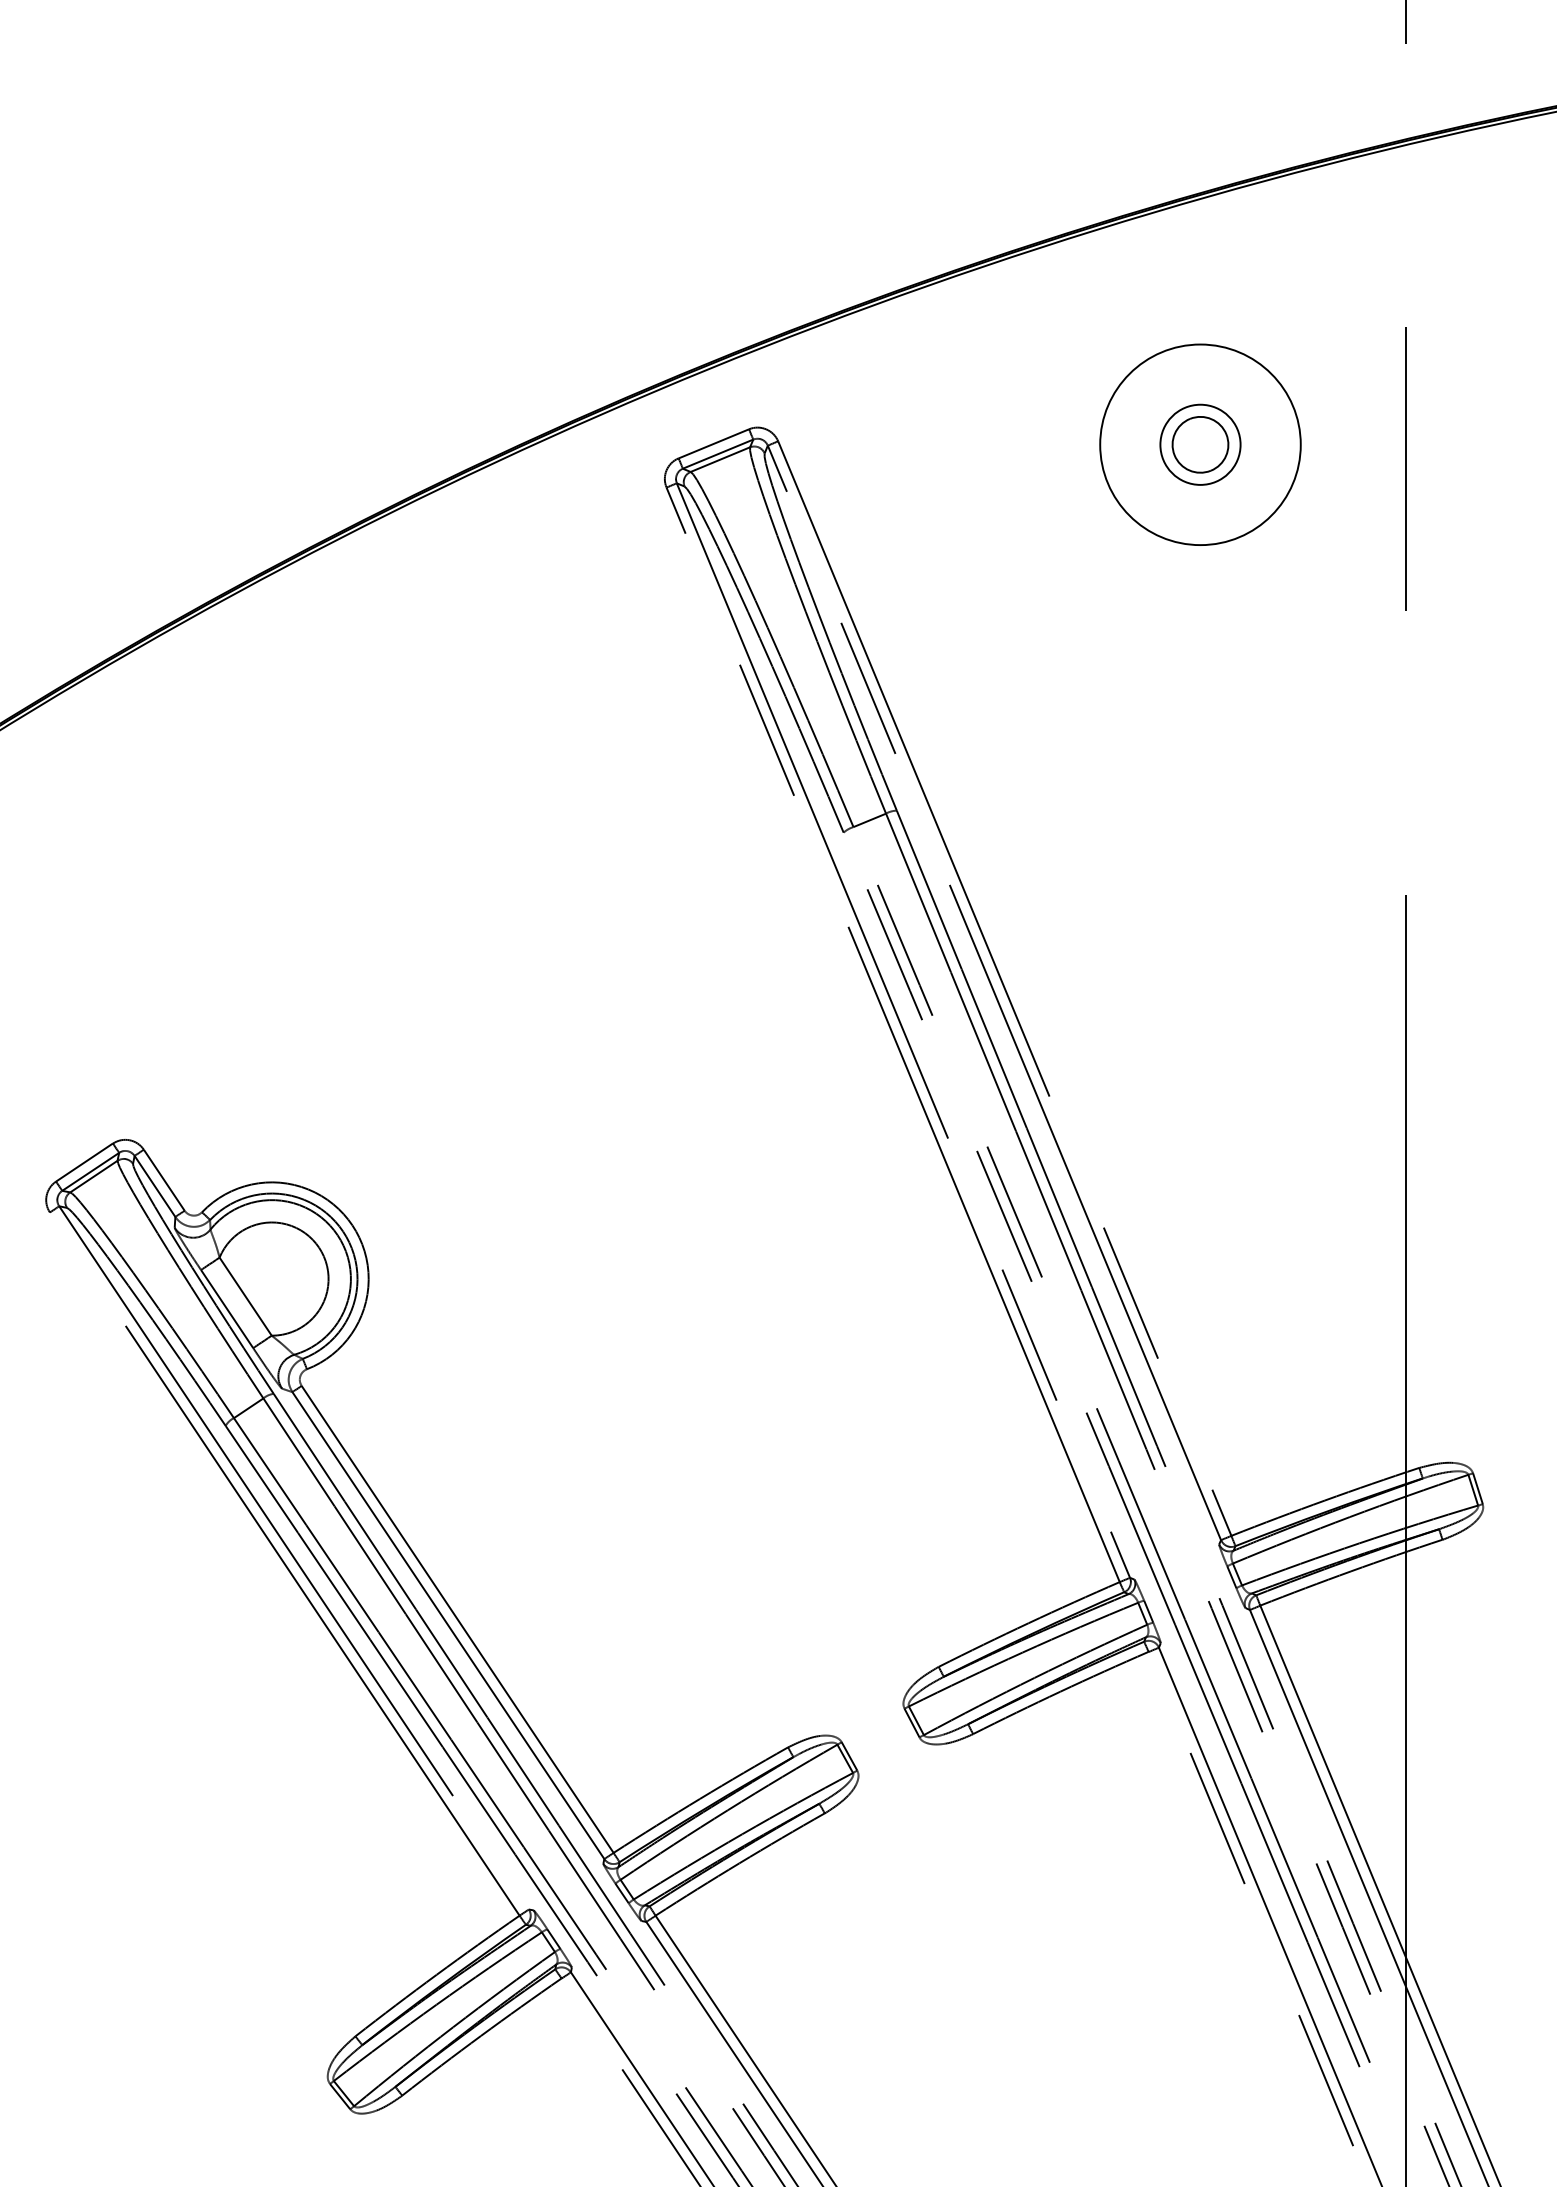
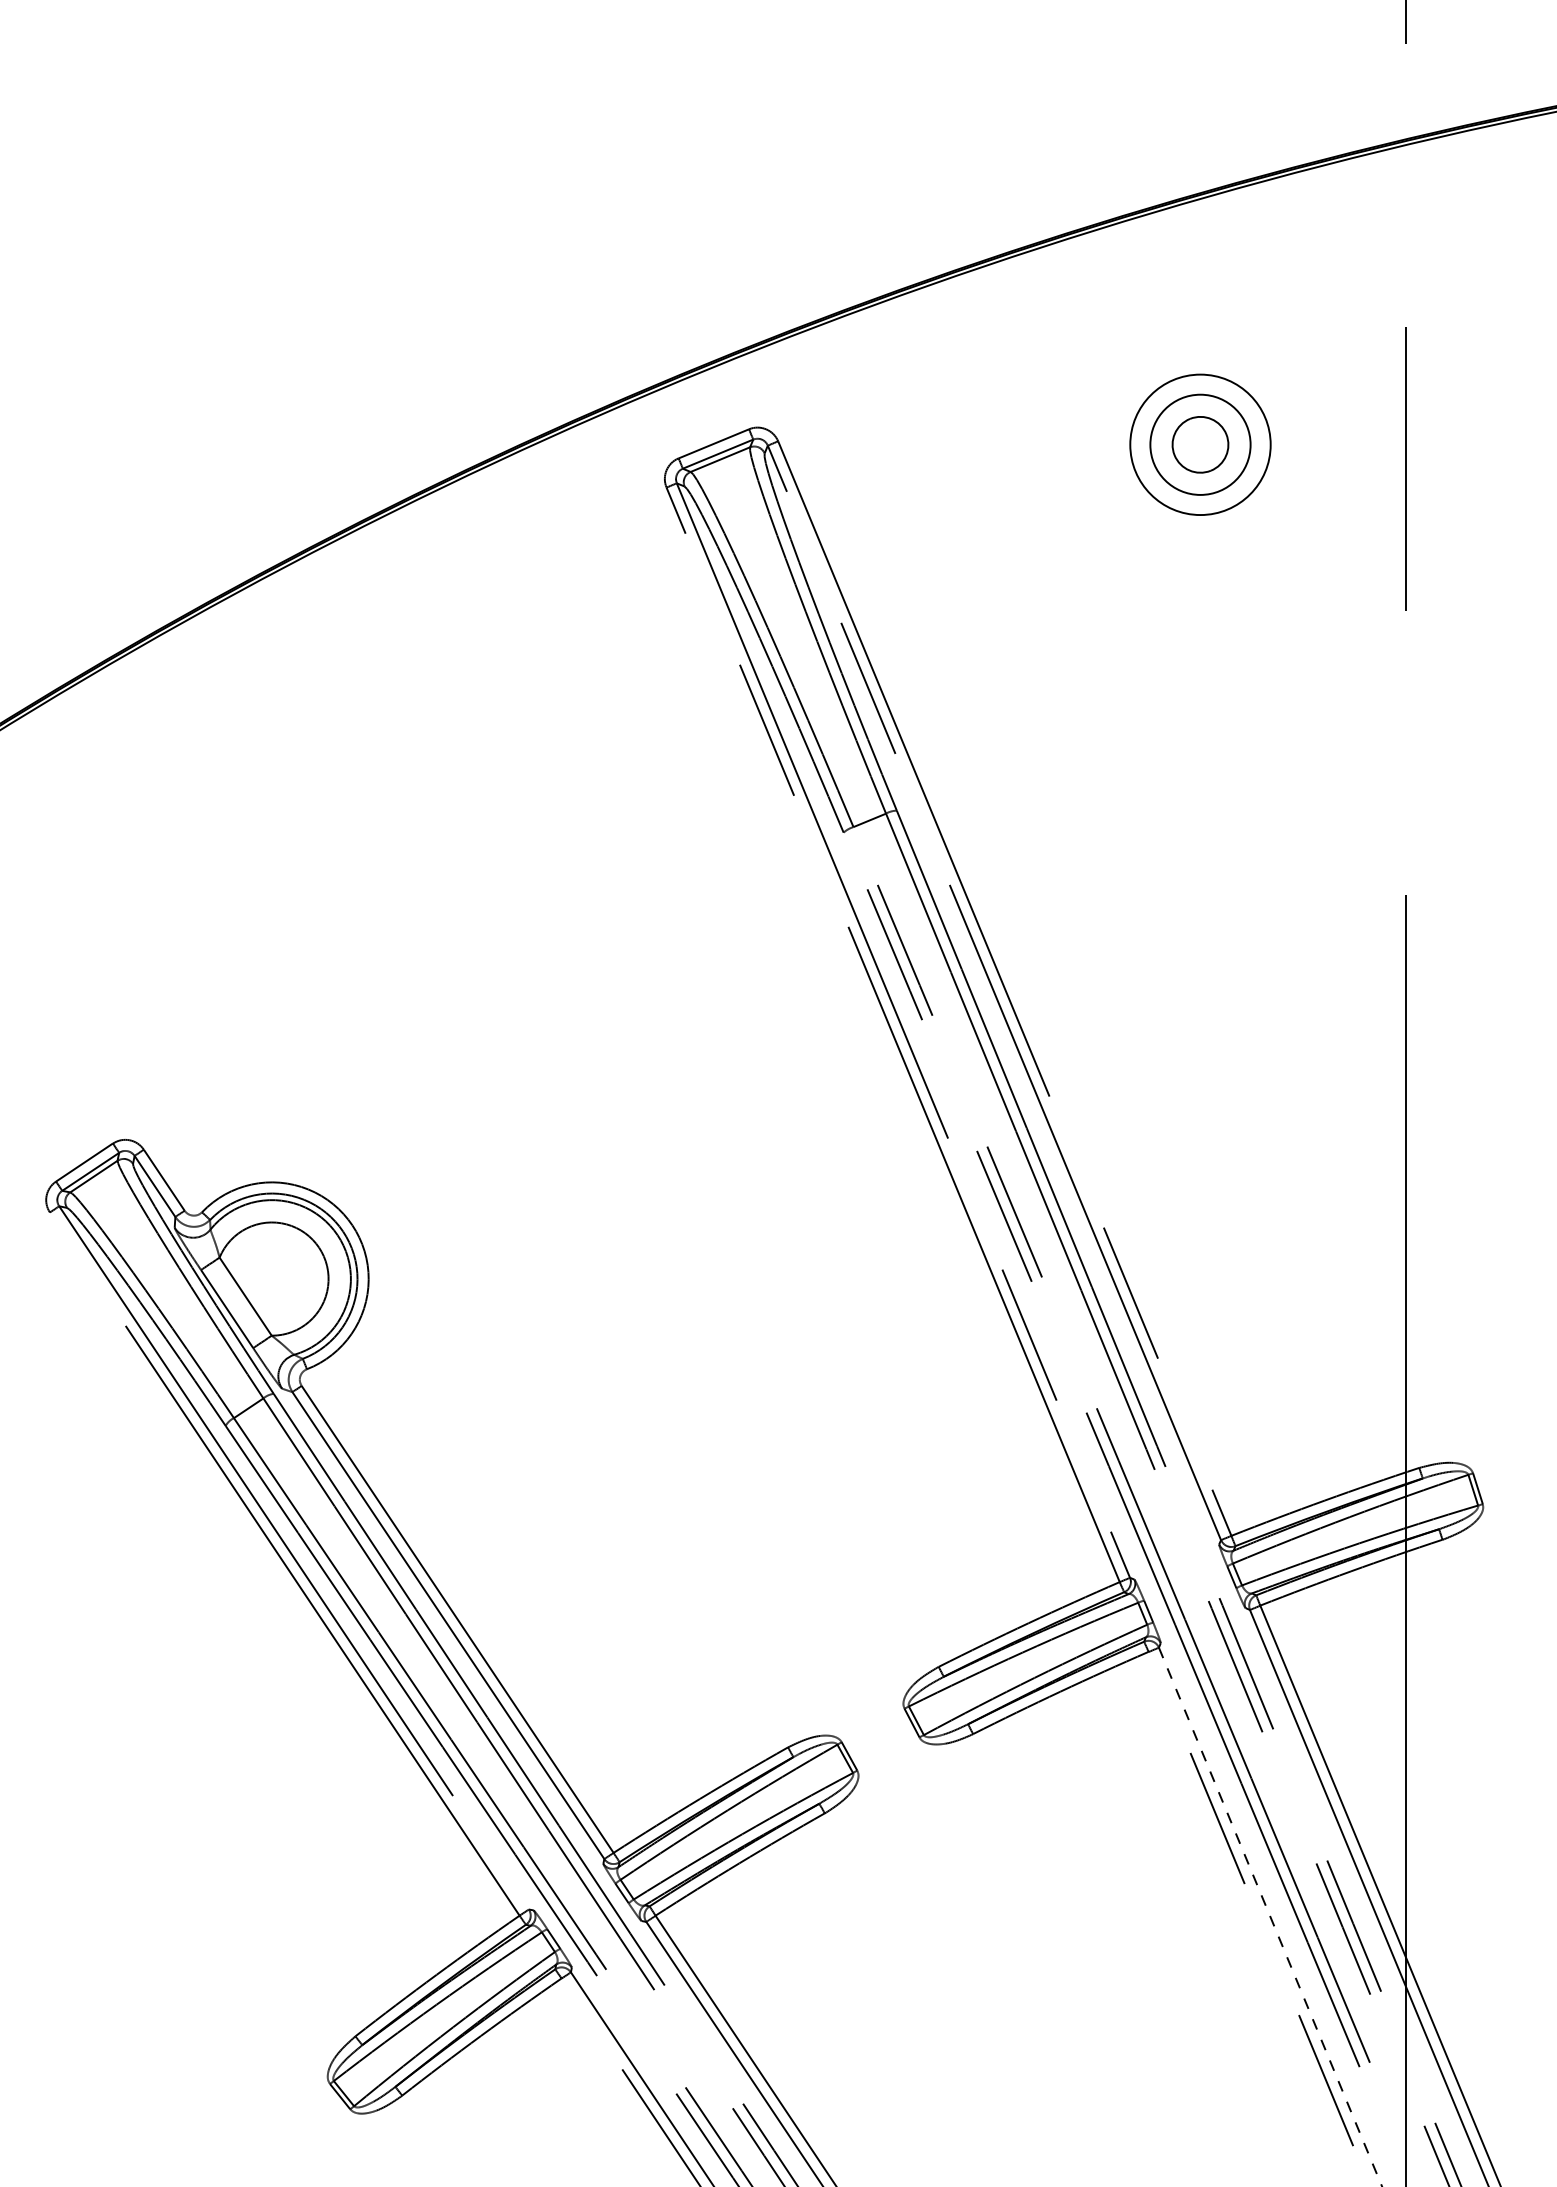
circle at (1200, 444) diameter: 201 px -> 140 px
circle at (1200, 444) diameter: 80 px -> 100 px
line at (1270, 1917): solid -> dashed
